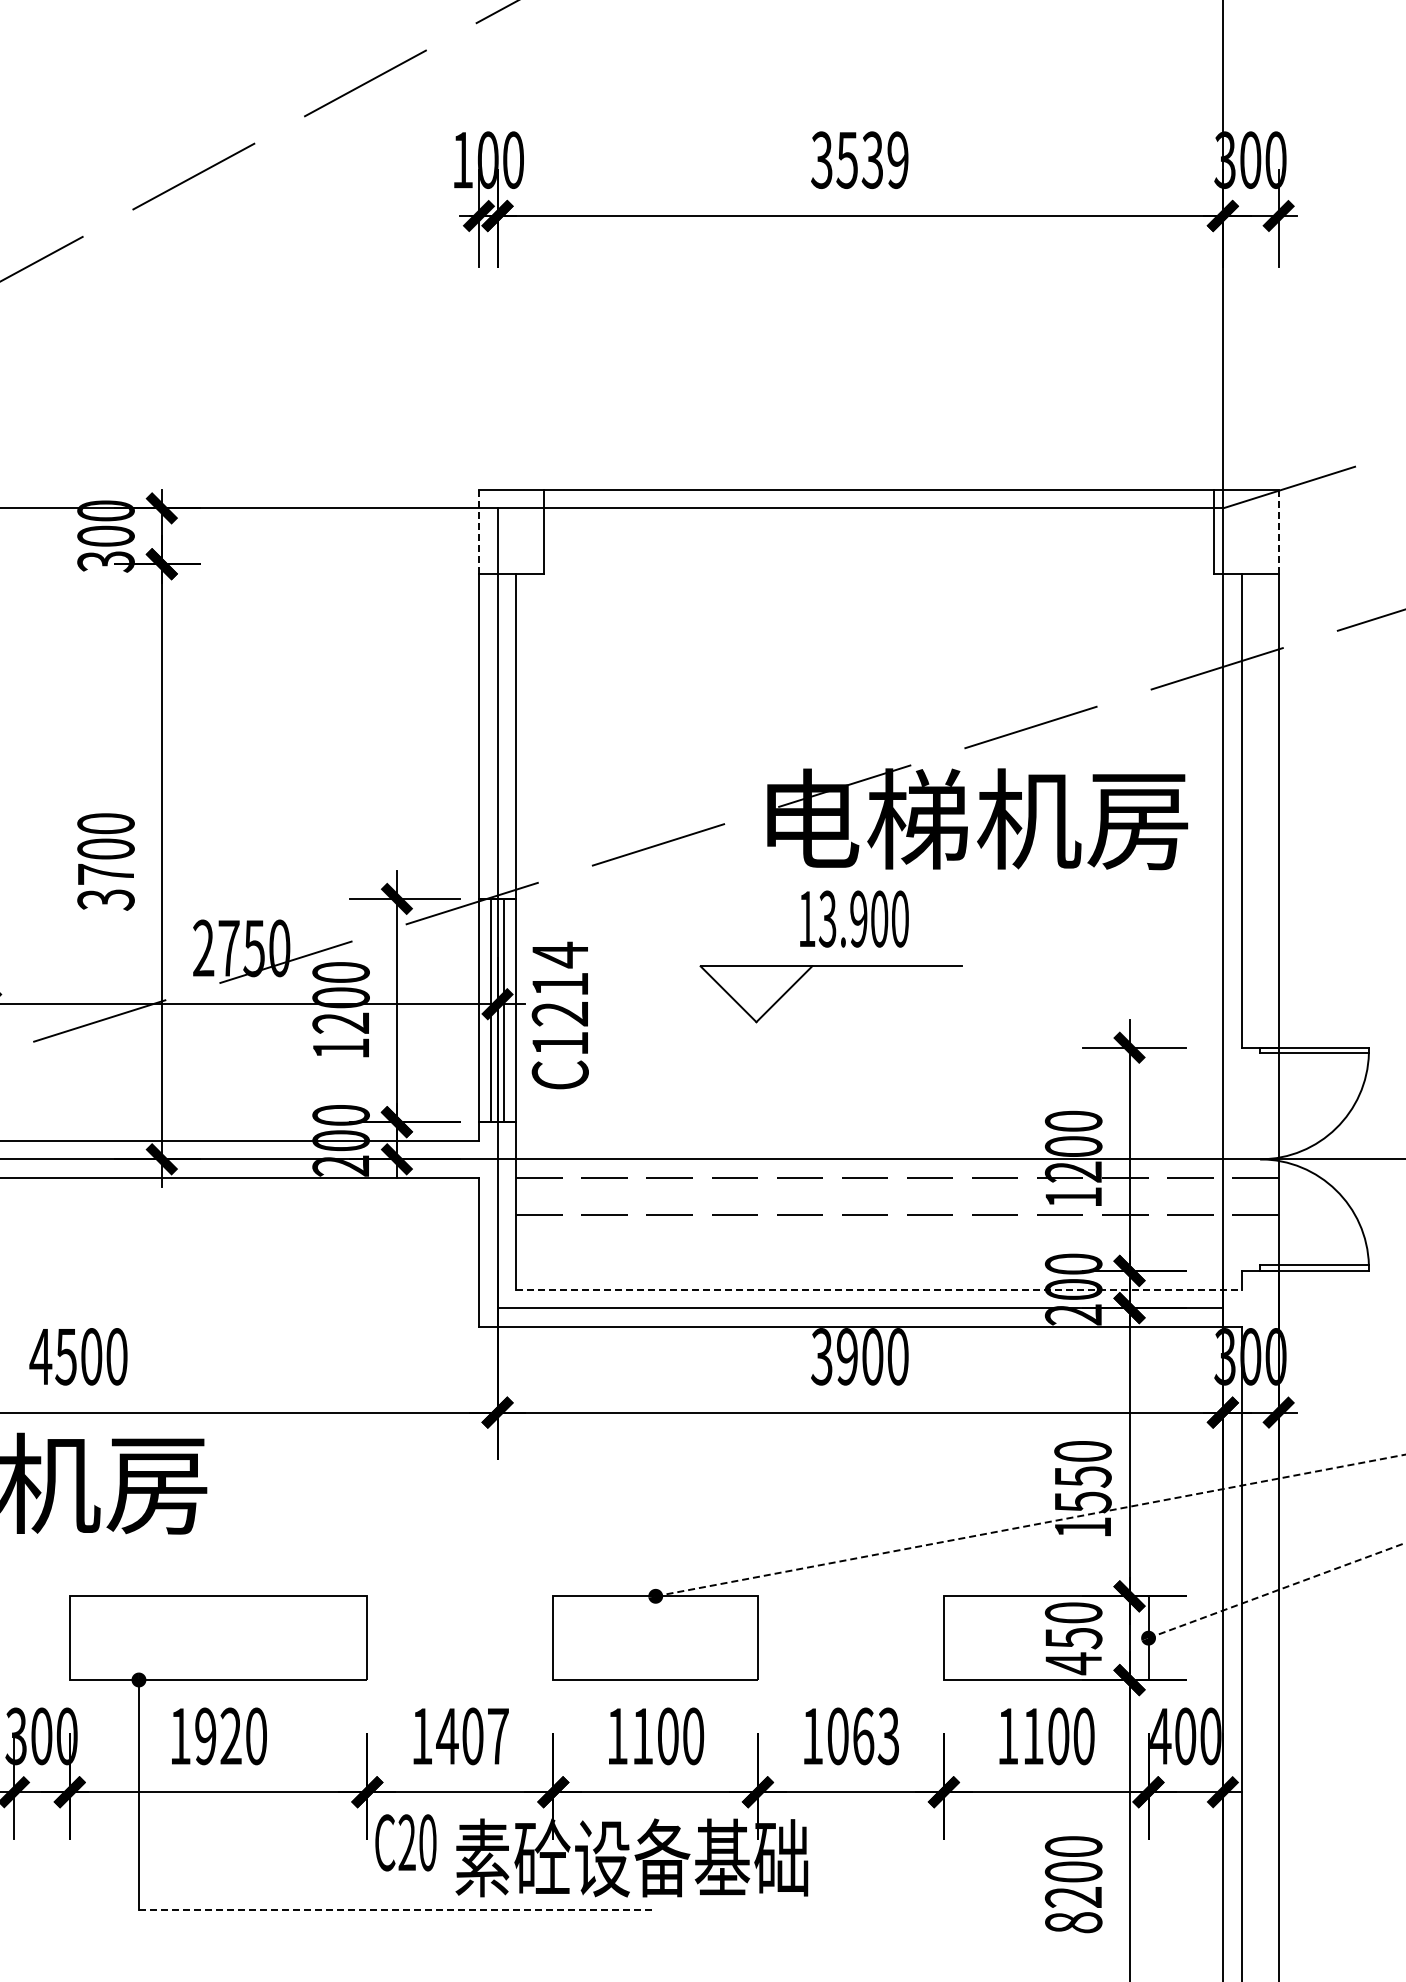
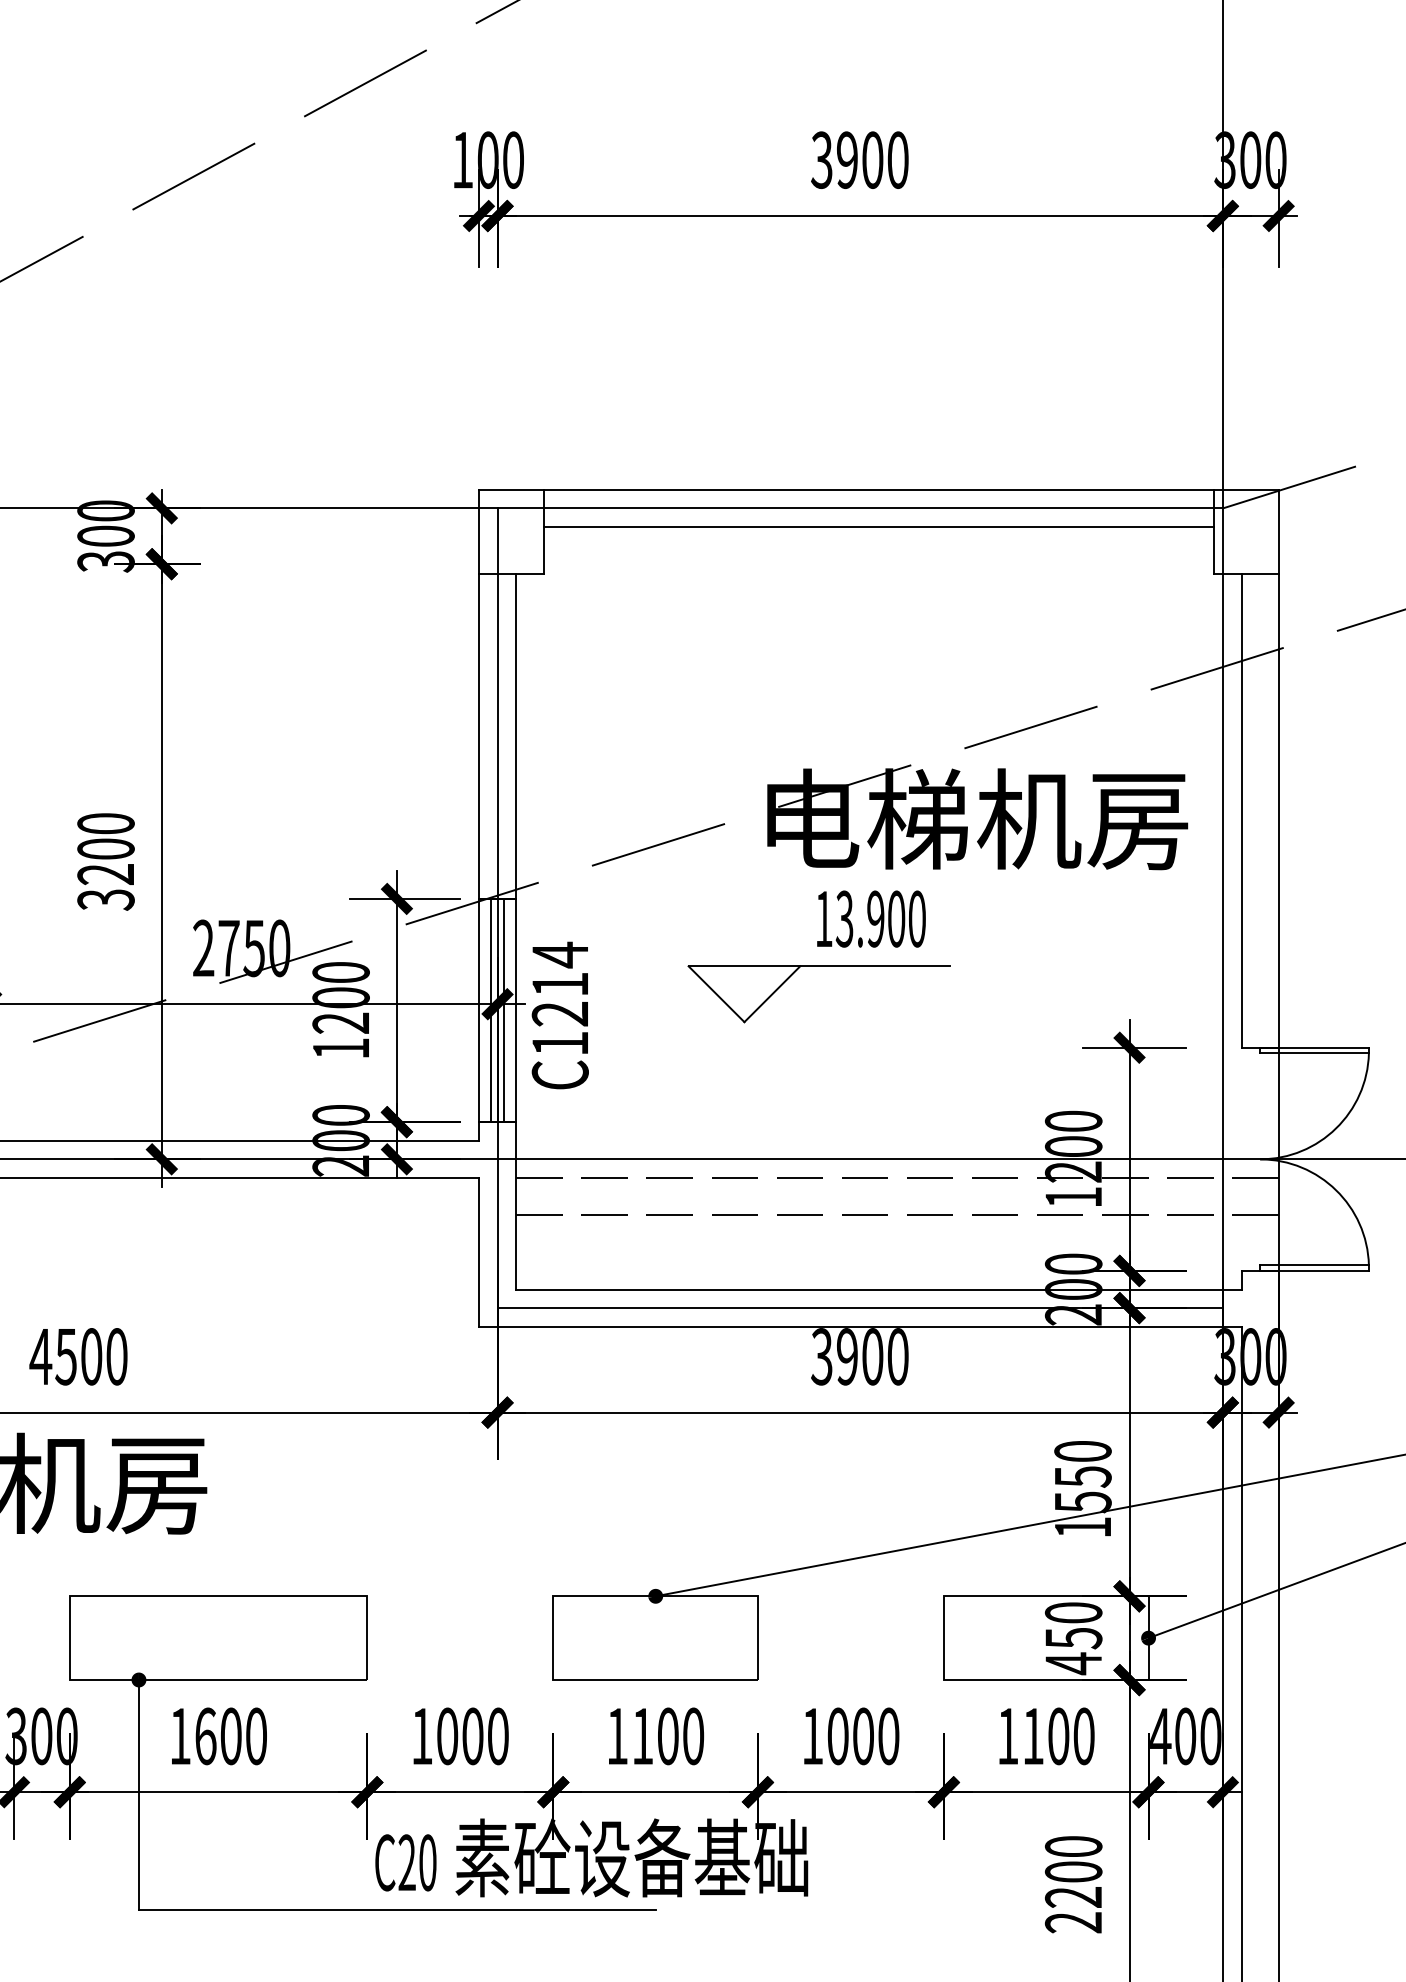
text at (872, 160): 3539 -> 3900
line at (878, 527): none -> present
line at (479, 531): dashed -> solid
line at (1278, 531): dashed -> solid
text at (105, 874): 3700 -> 3200
text at (854, 918) position: (854, 918) -> (871, 918)
part at (830, 966) position: (830, 966) -> (818, 966)
line at (878, 1289): dashed -> solid
line at (1030, 1525): dashed -> solid
line at (1276, 1590): dashed -> solid
text at (218, 1736): 1920 -> 1600
text at (472, 1736): 1407 -> 1000
text at (876, 1736): 1063 -> 1000
text at (405, 1842) position: (405, 1842) -> (405, 1862)
line at (397, 1910): dashed -> solid
text at (1073, 1922): 8200 -> 2200
